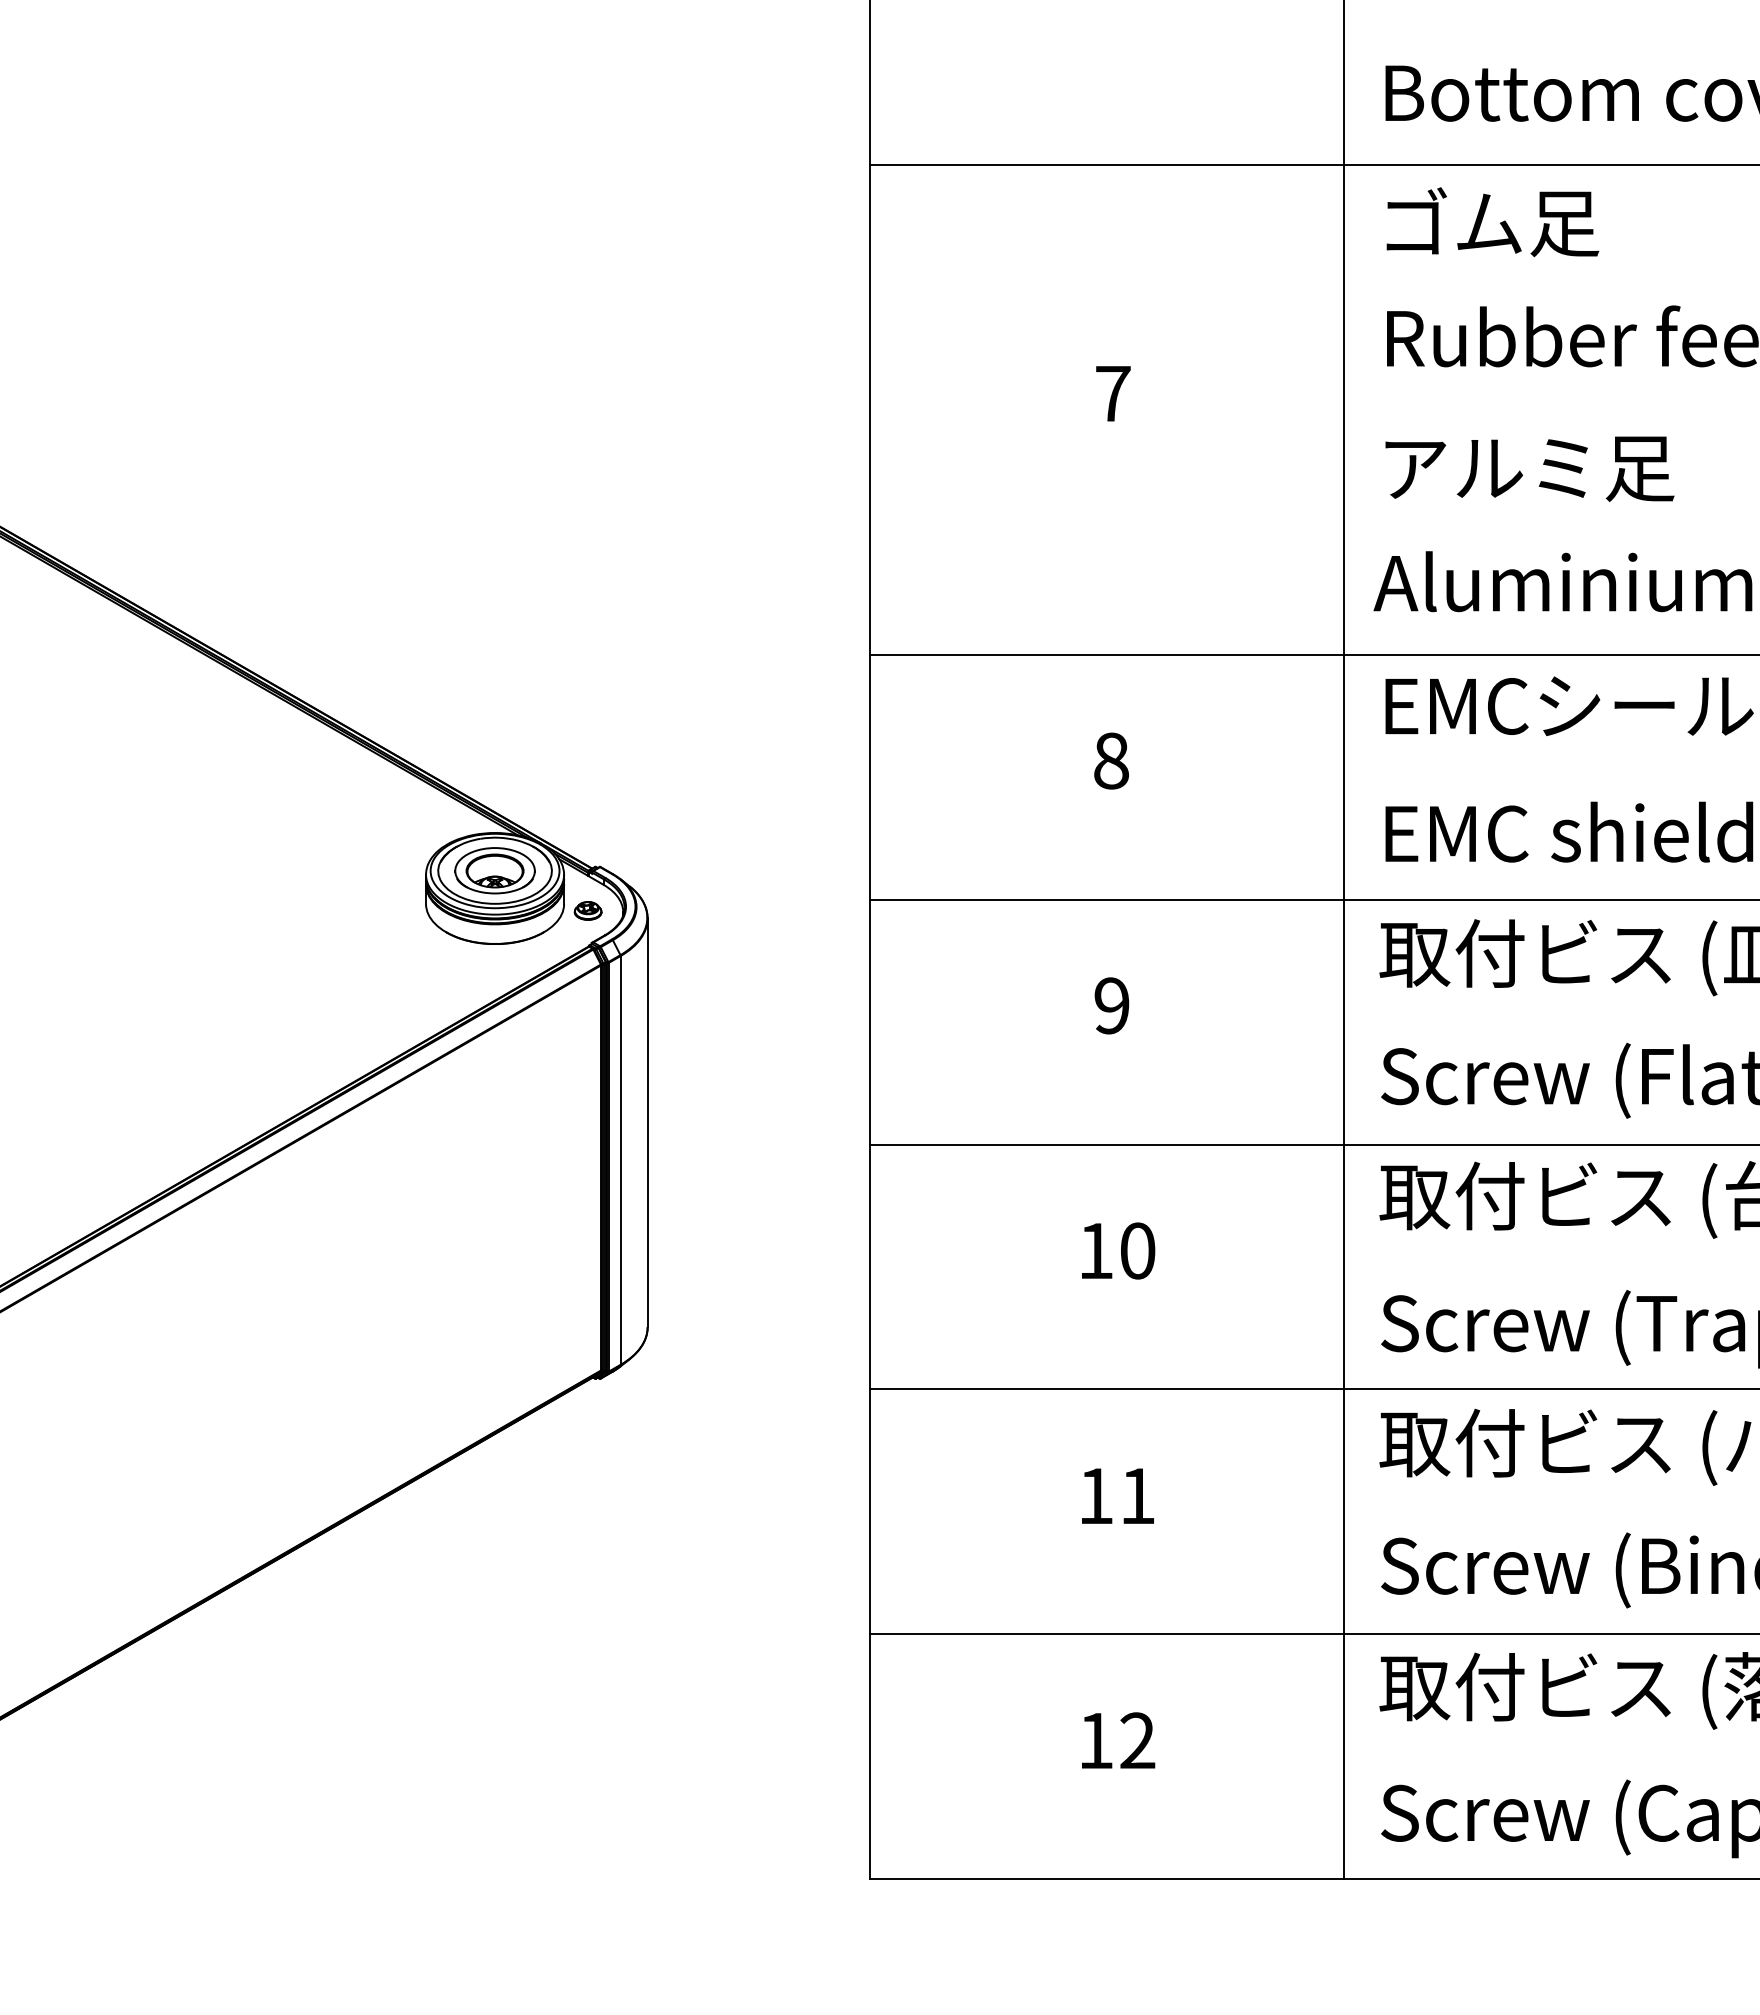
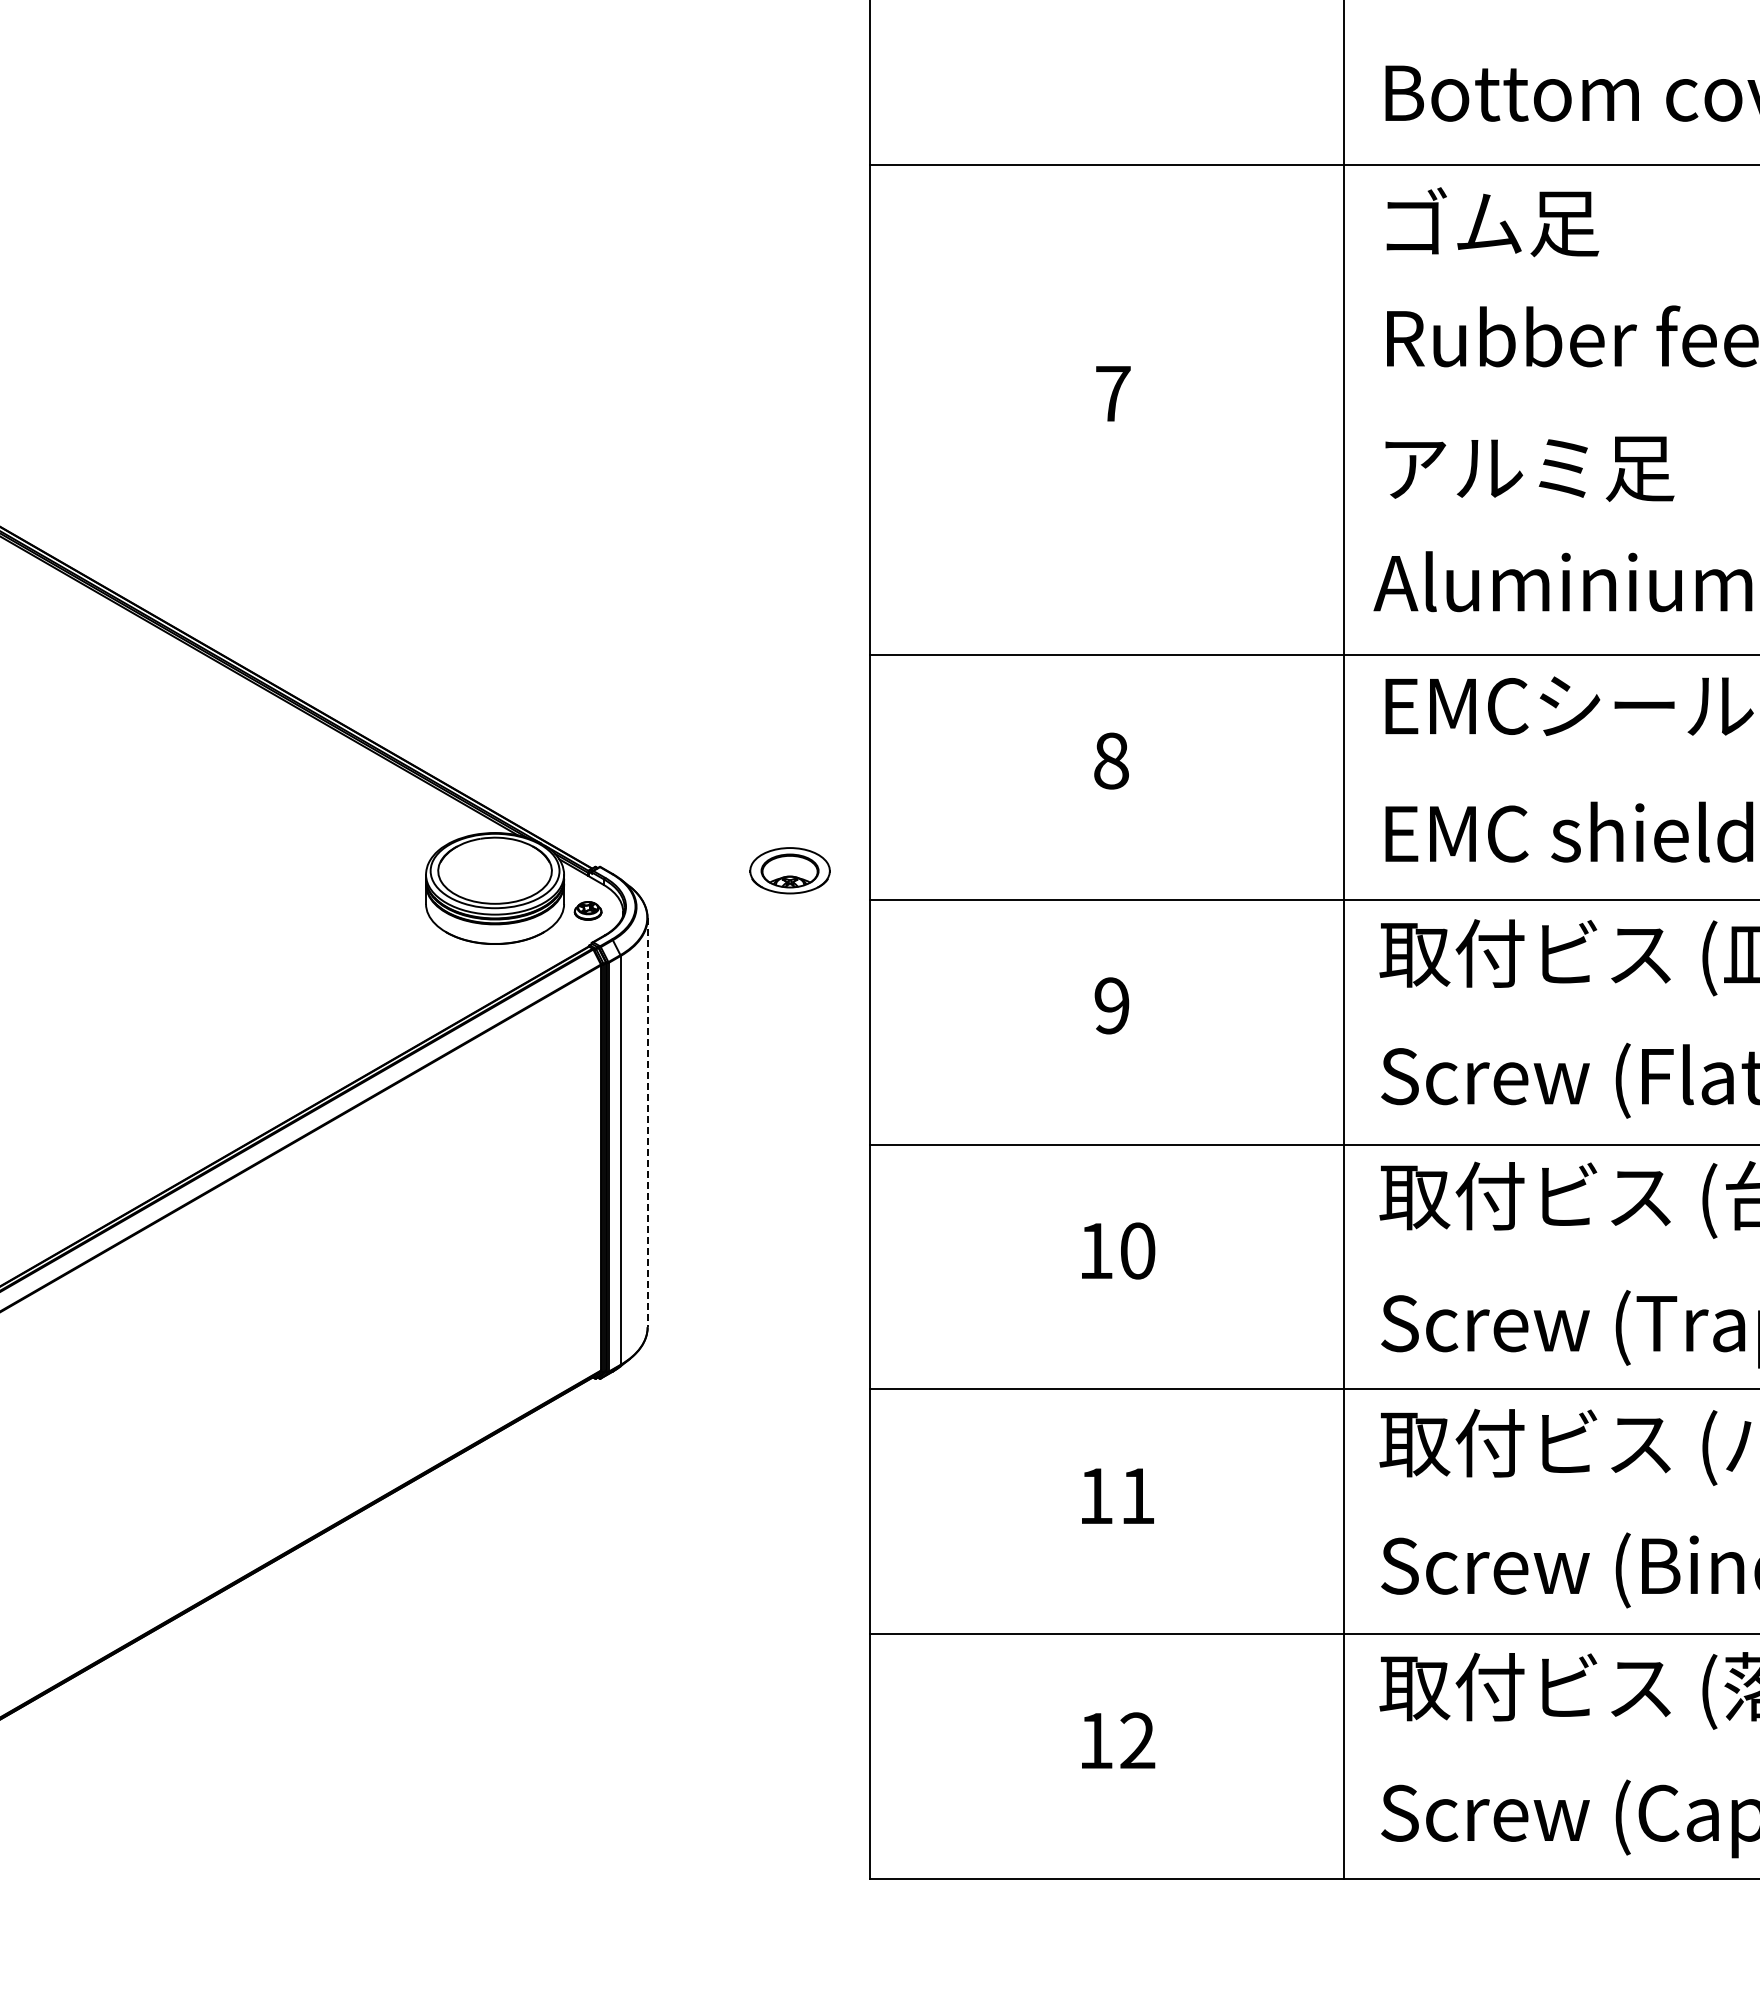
part at (494, 870) position: (494, 870) -> (789, 870)
line at (647, 1123): solid -> dashed
